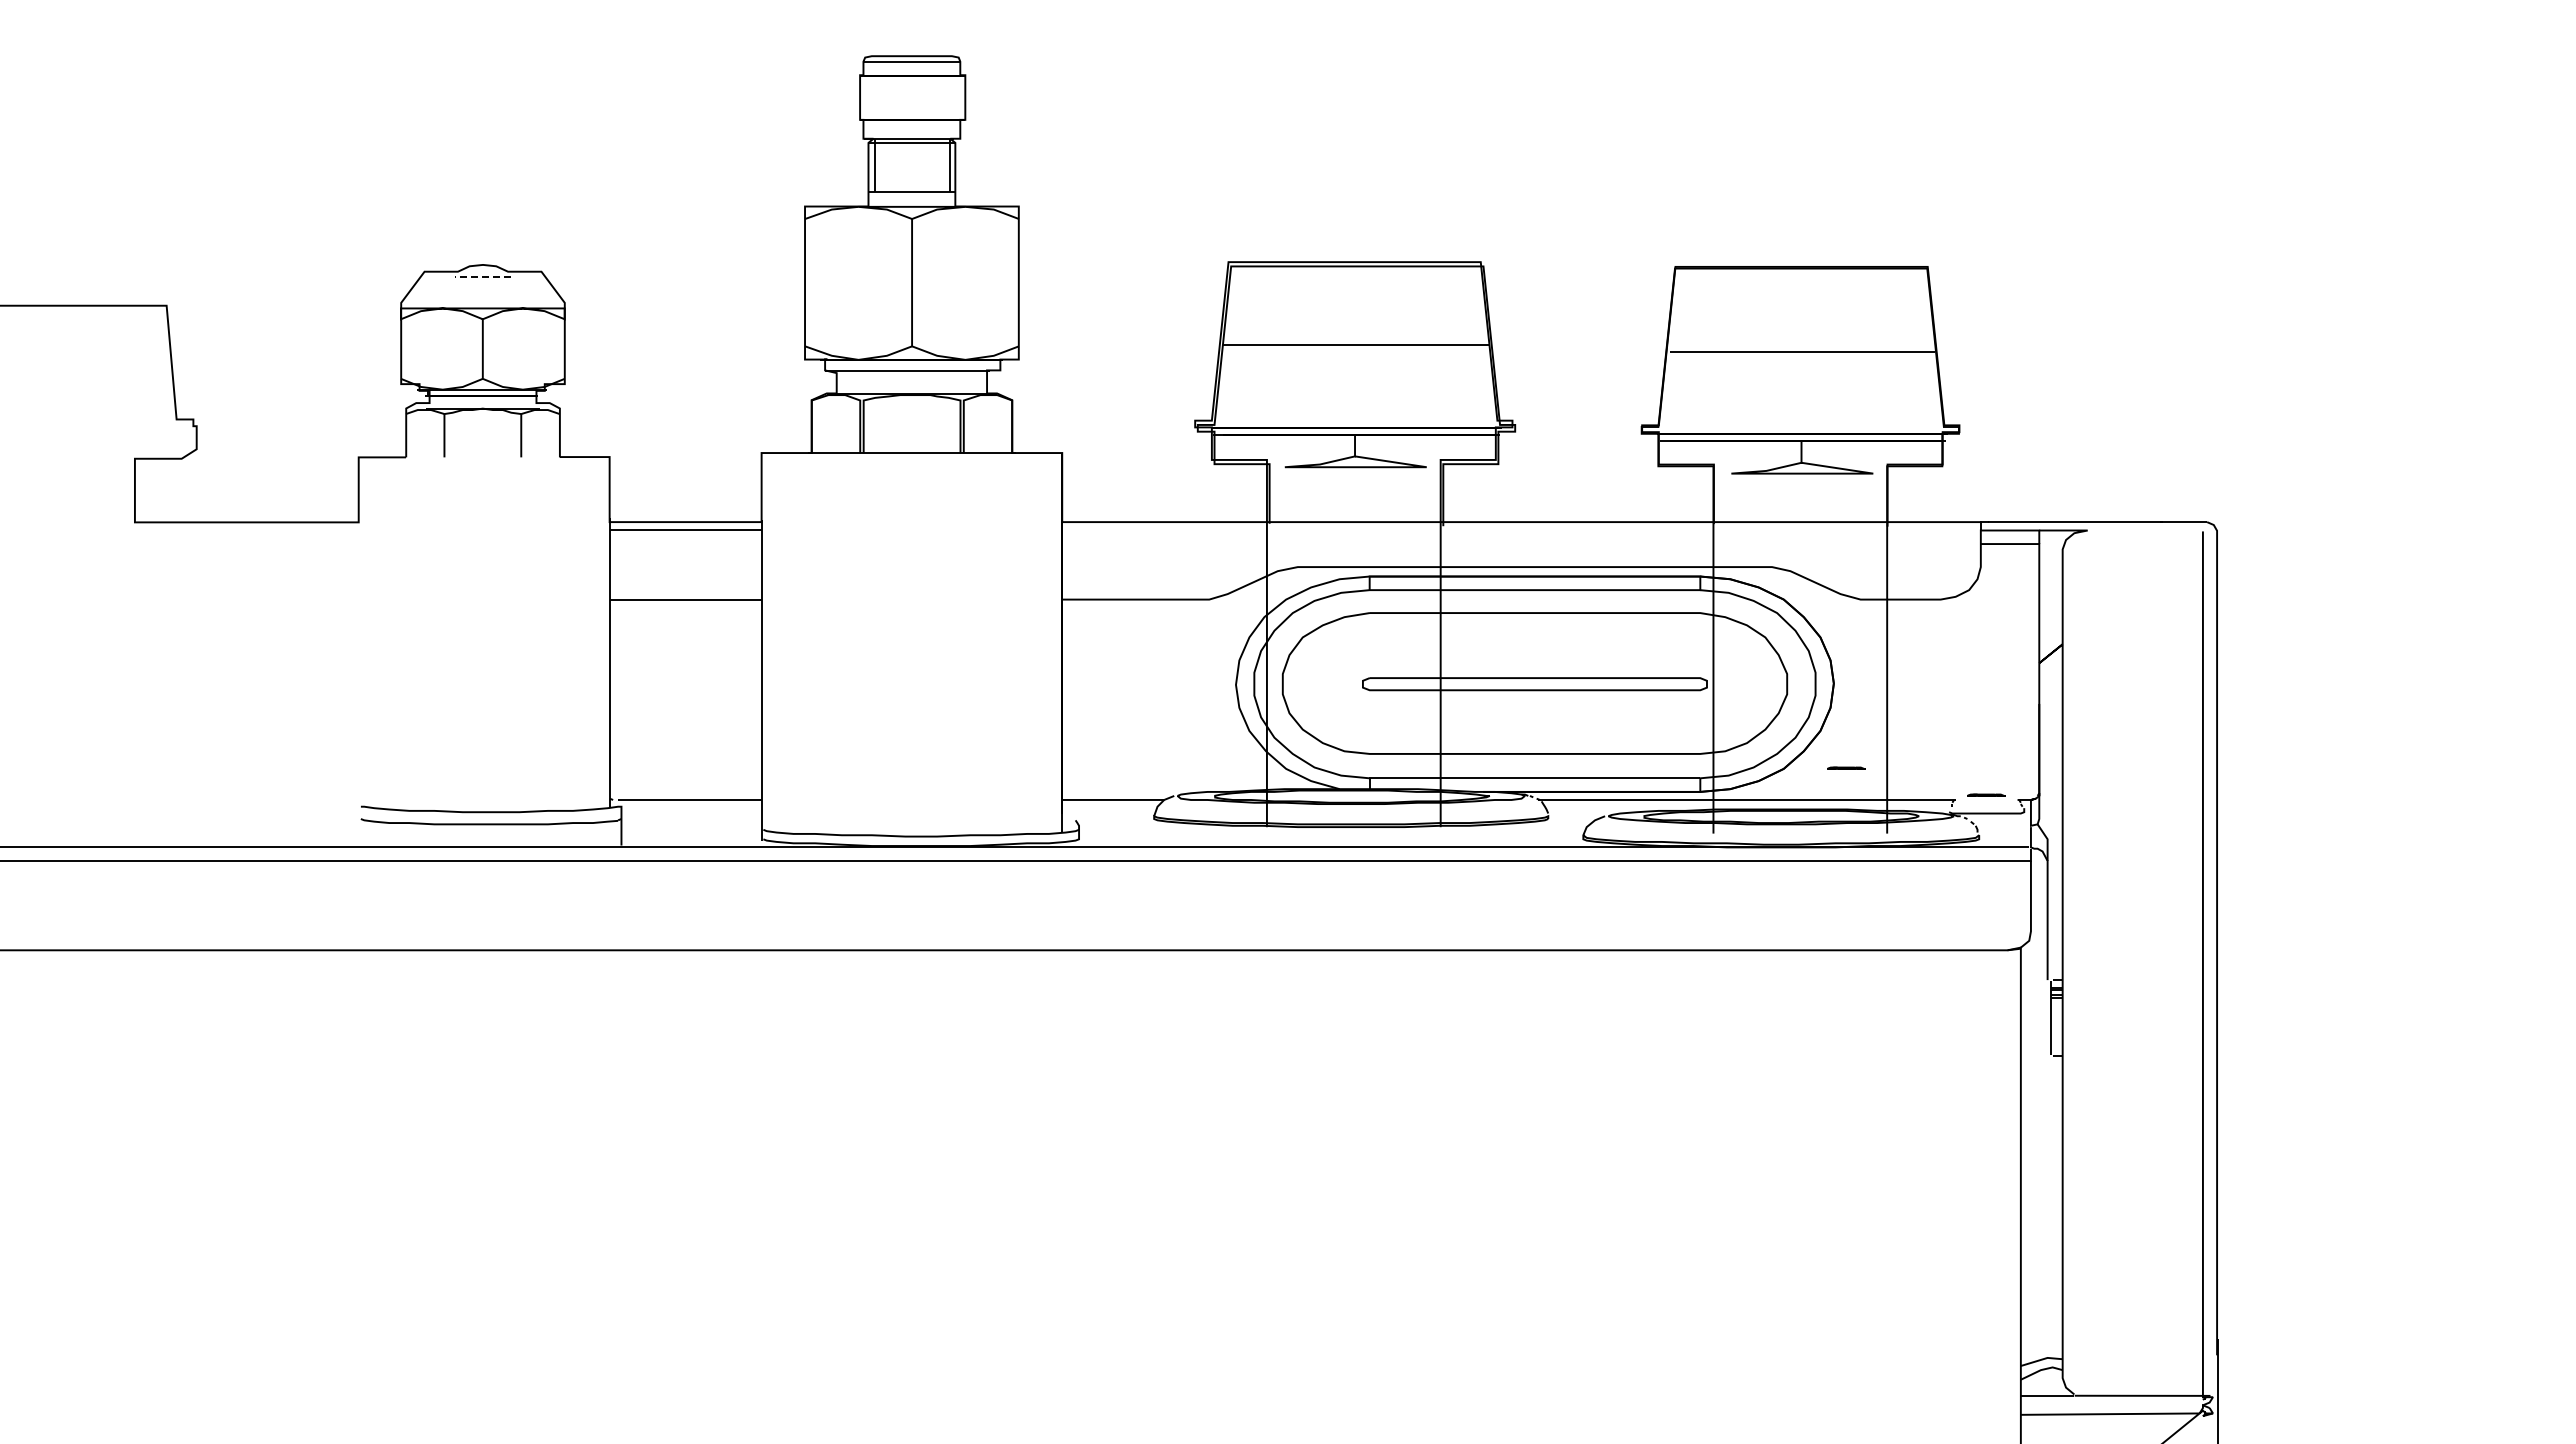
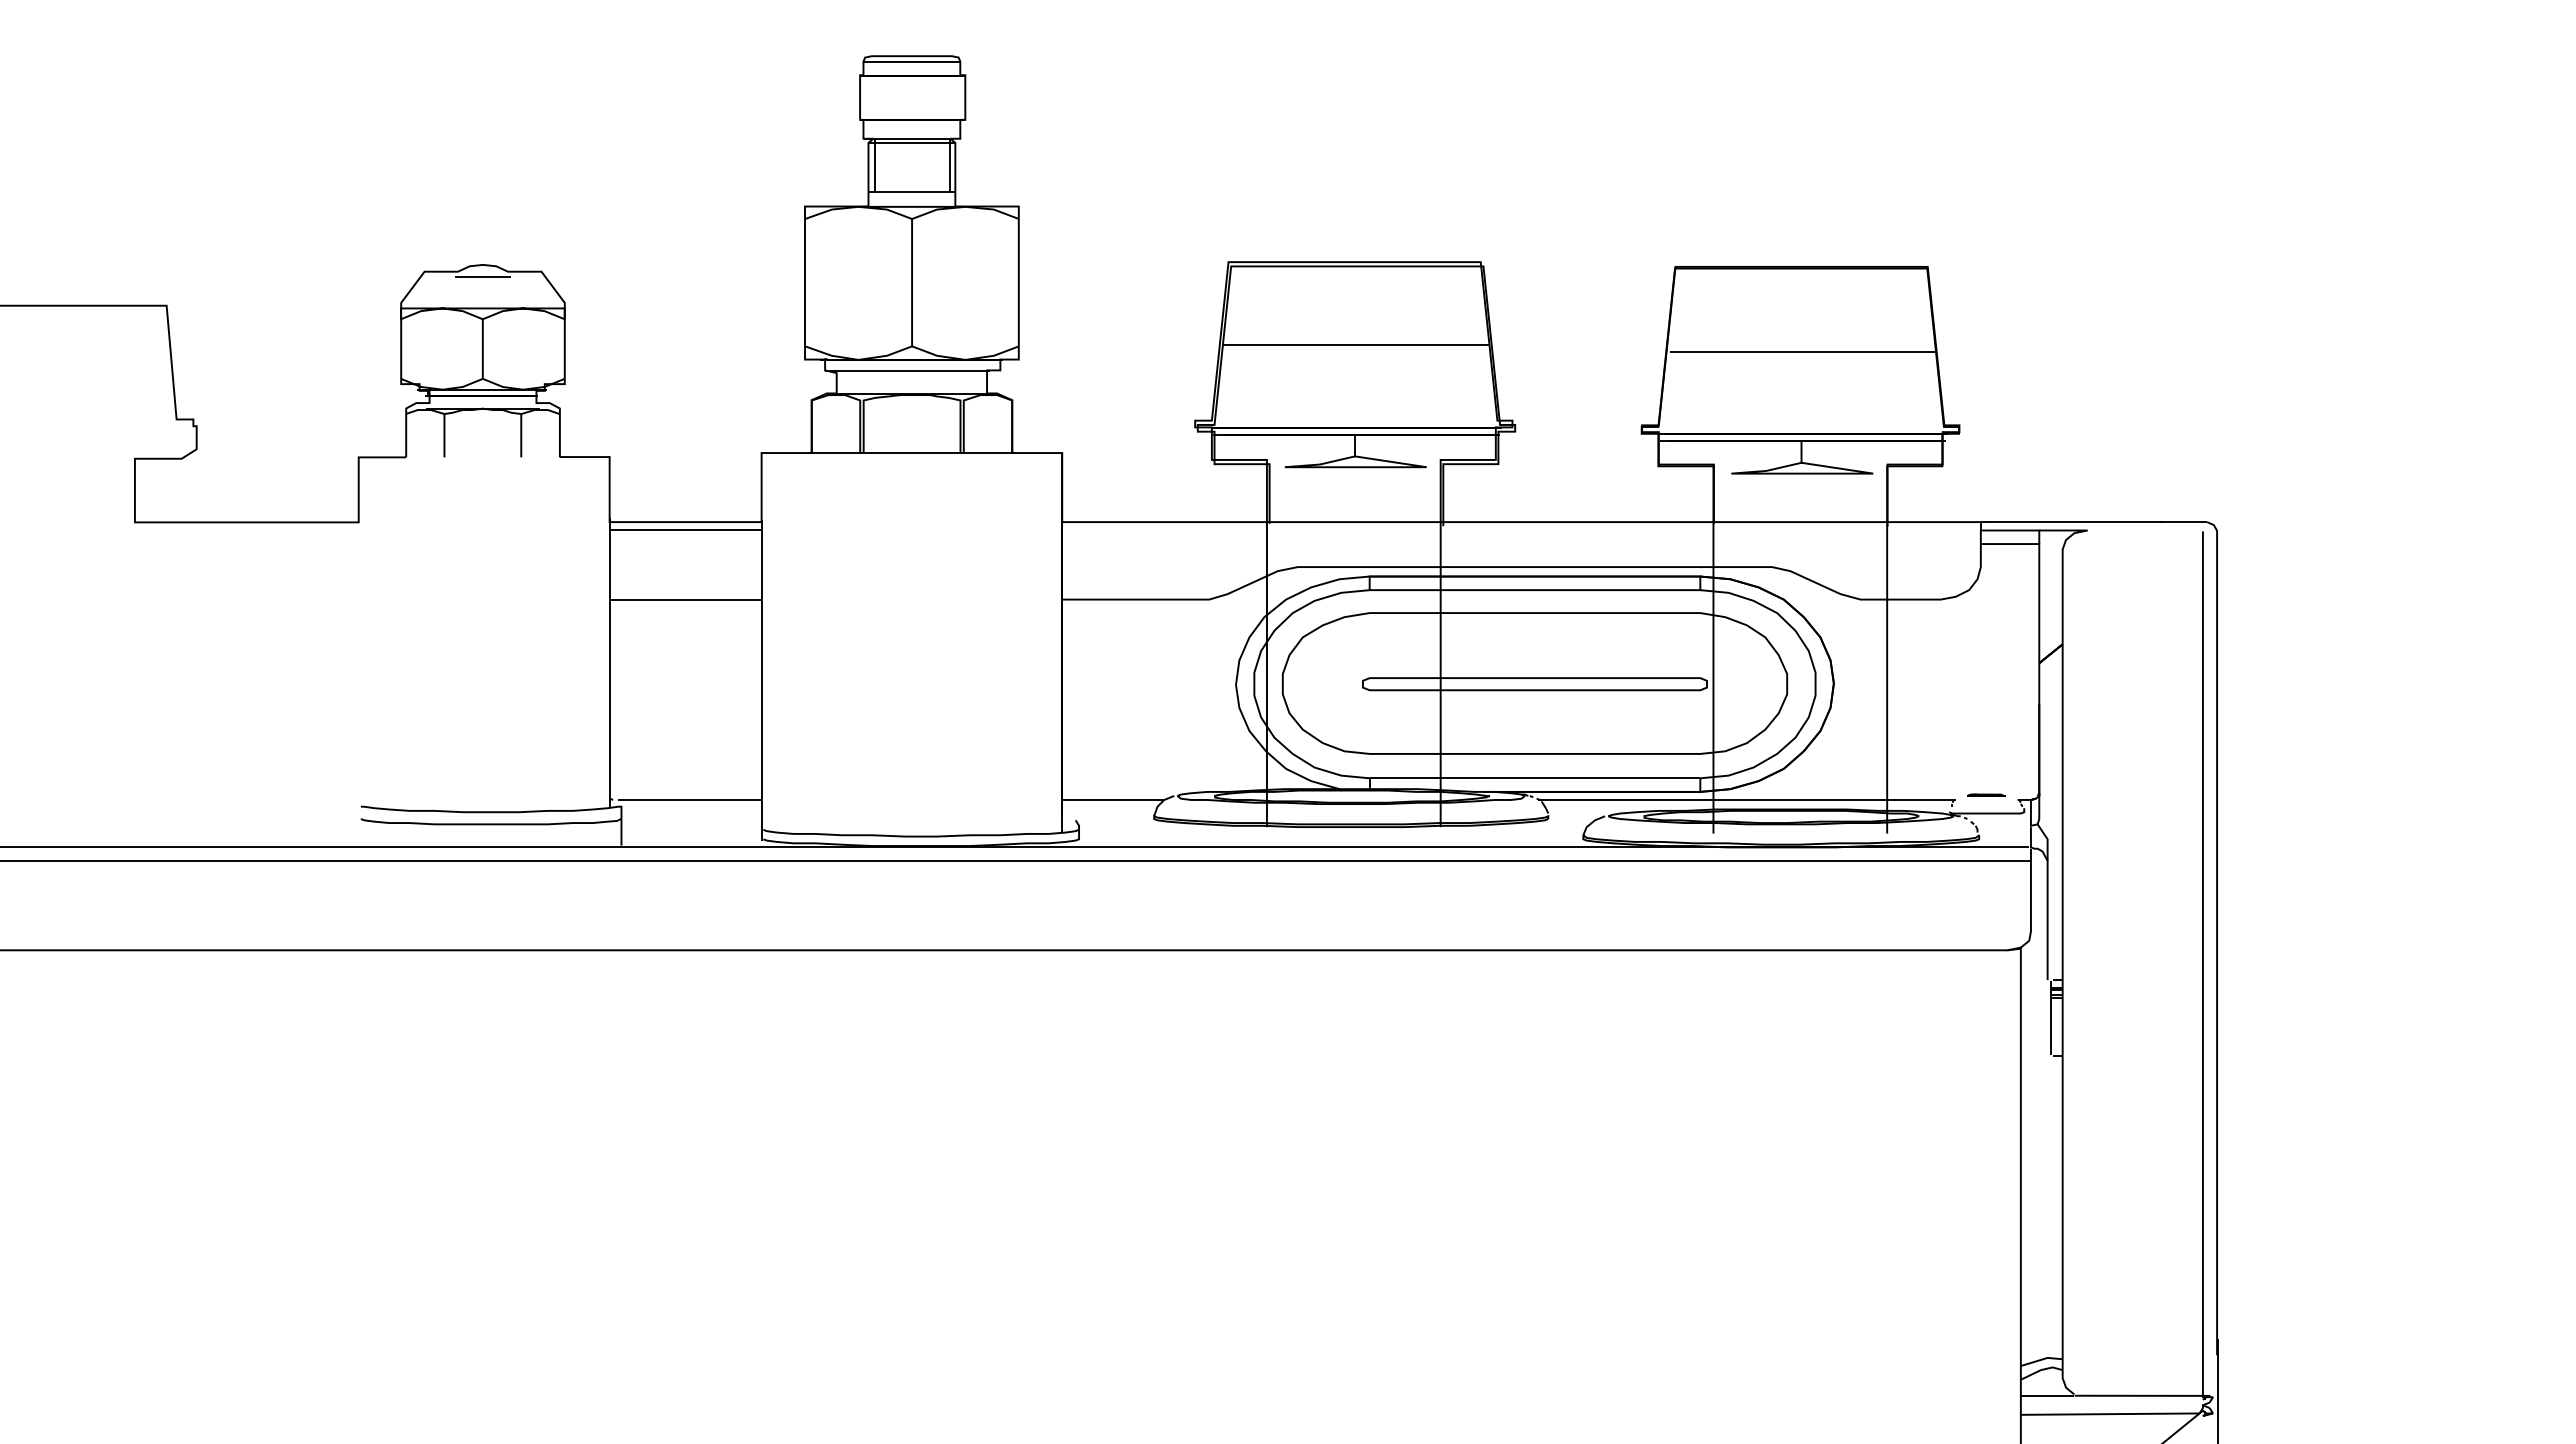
line at (482, 277): dashed -> solid
line at (1846, 767): present -> none
